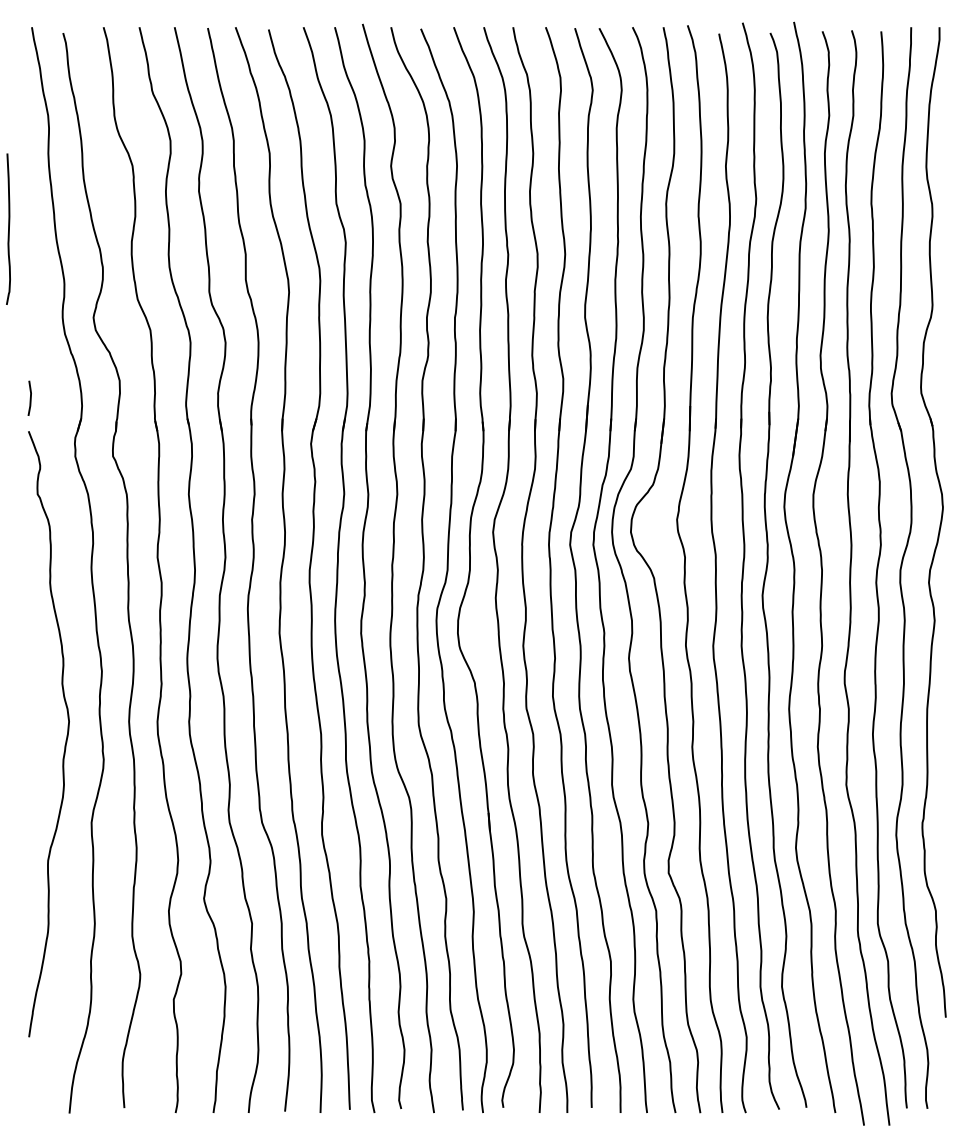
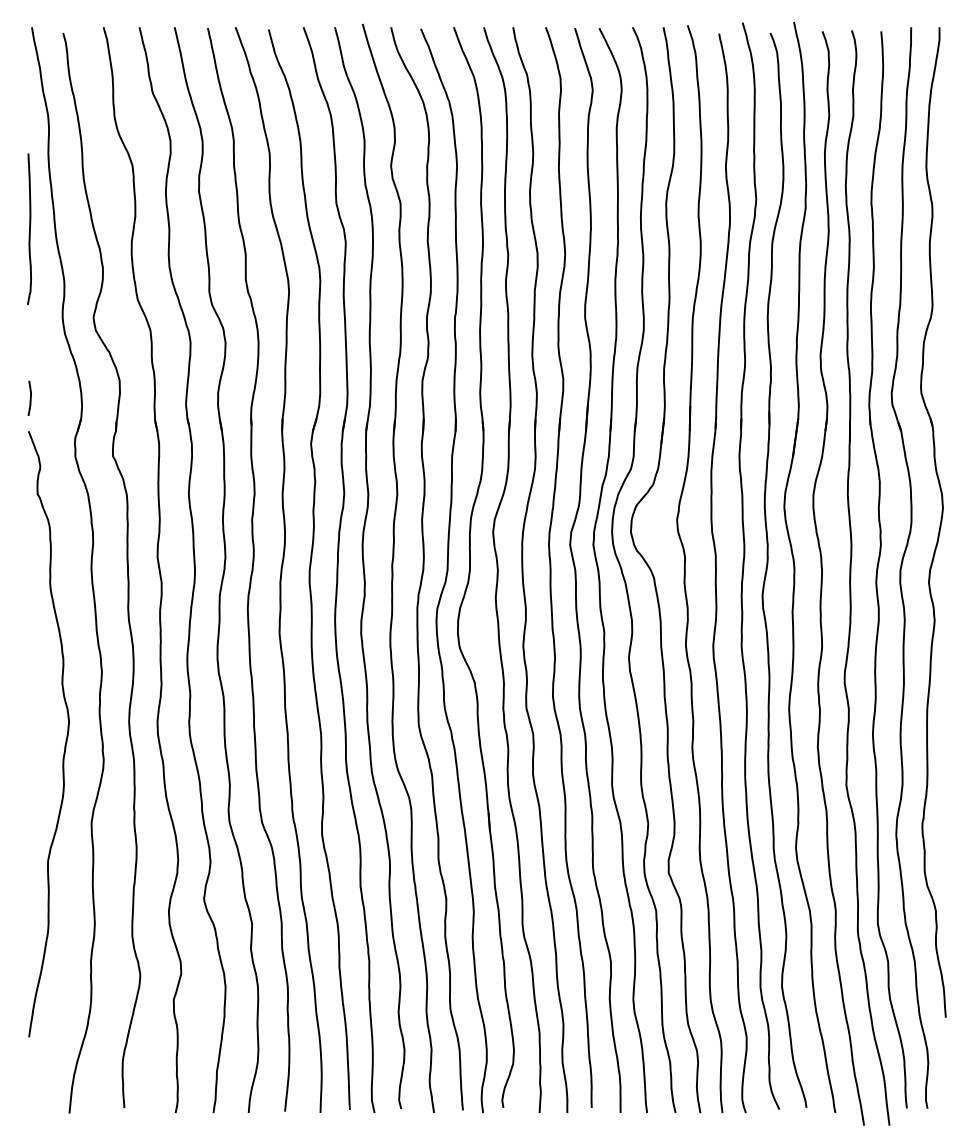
curve at (8, 228) position: (8, 228) -> (29, 228)
